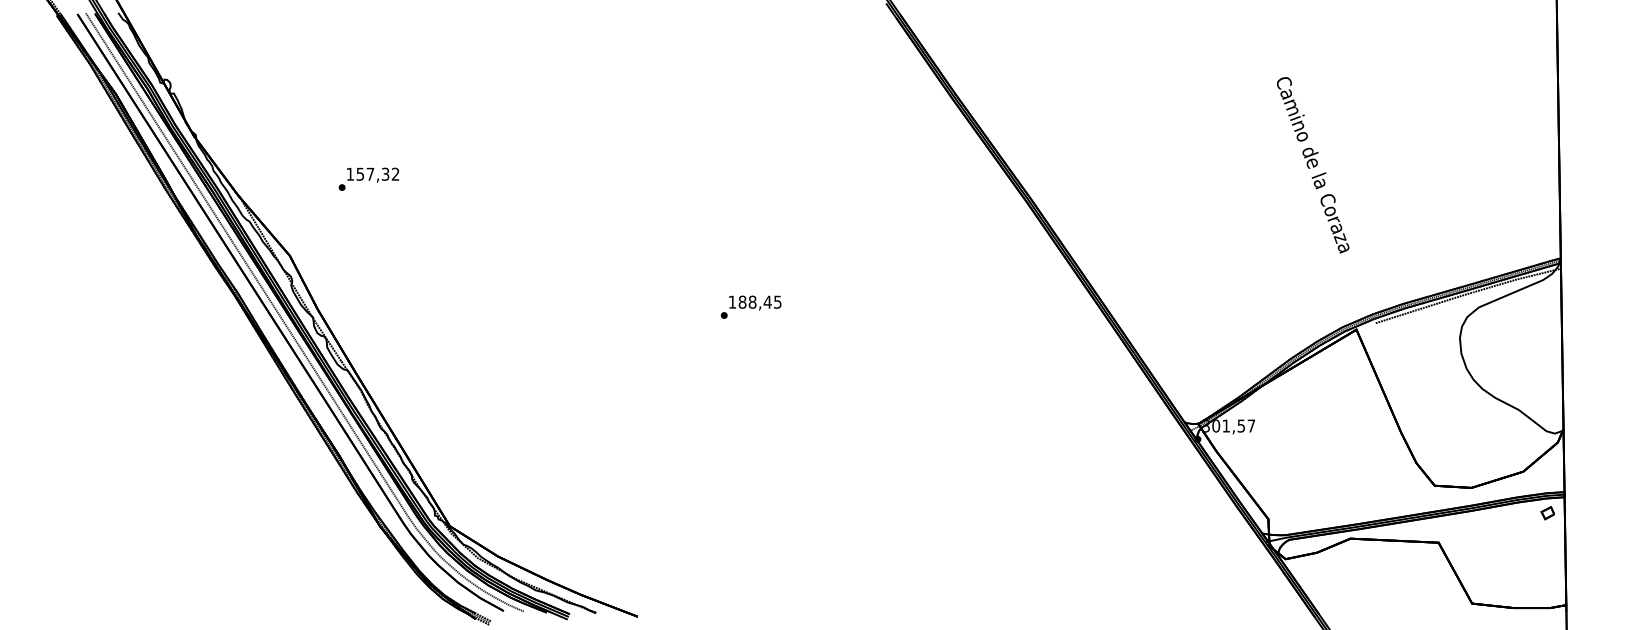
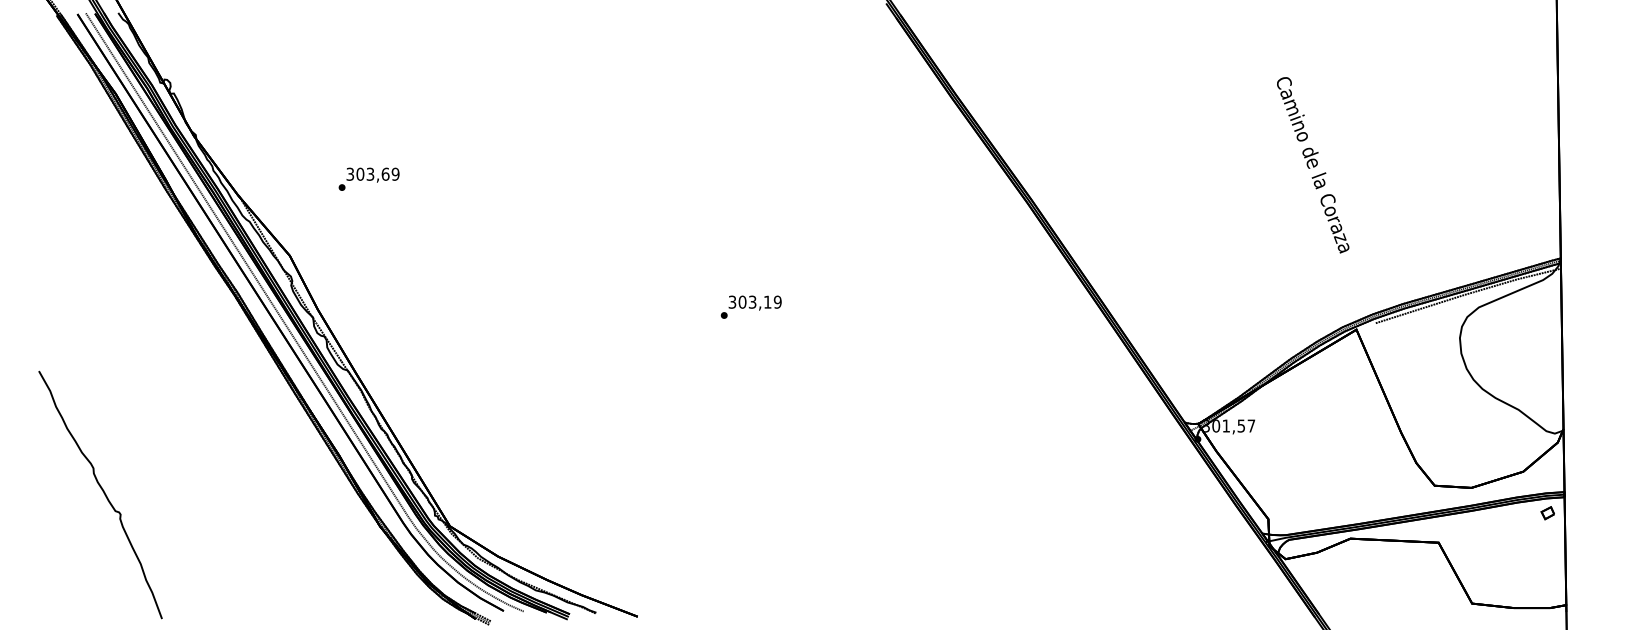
text at (372, 173): 157,32 -> 303,69
text at (754, 301): 188,45 -> 303,19
curve at (103, 493): none -> present
